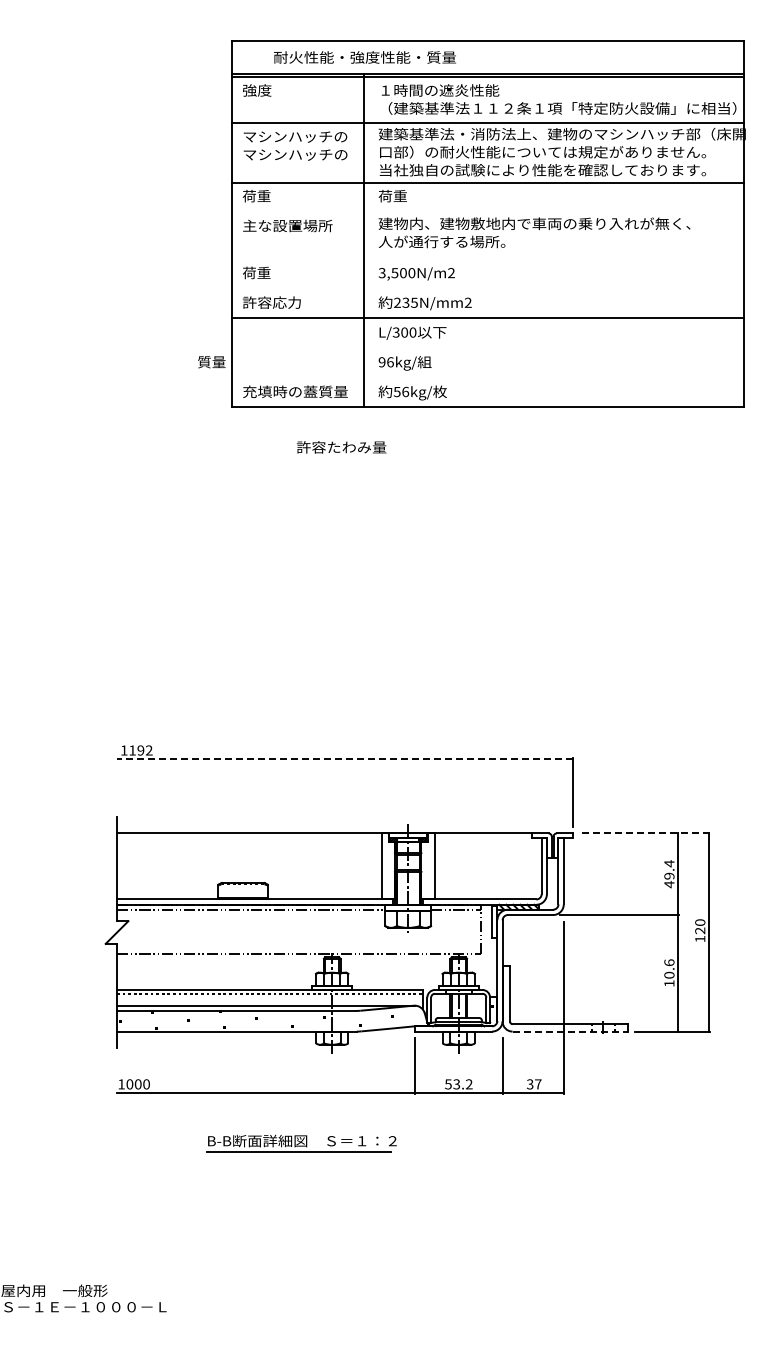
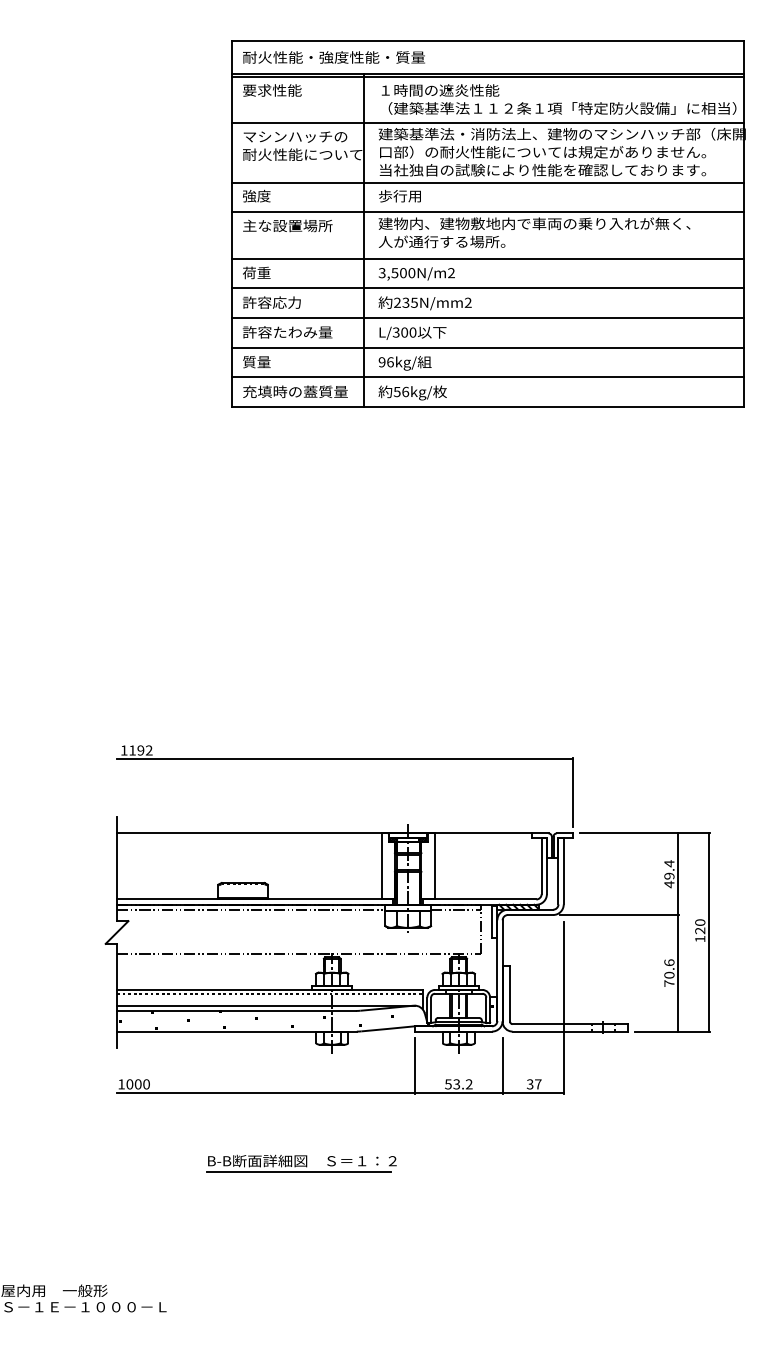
text at (364, 57) position: (364, 57) -> (333, 57)
text at (272, 90): 強度 -> 要求性能
text at (302, 154): マシンハッチの -> 耐火性能について
text at (256, 195): 荷重 -> 強度
text at (399, 195): 荷重 -> 歩行用
line at (488, 212): none -> present
line at (488, 258): none -> present
line at (488, 288): none -> present
line at (488, 347): none -> present
text at (211, 362) position: (211, 362) -> (256, 362)
line at (488, 377): none -> present
text at (341, 447) position: (341, 447) -> (287, 332)
line at (344, 759): dashed -> solid
line at (644, 833): dashed -> solid
text at (669, 983): 10.6 -> 70.6
line at (570, 1031): dashed -> solid
part at (301, 1143) position: (301, 1143) -> (301, 1163)
